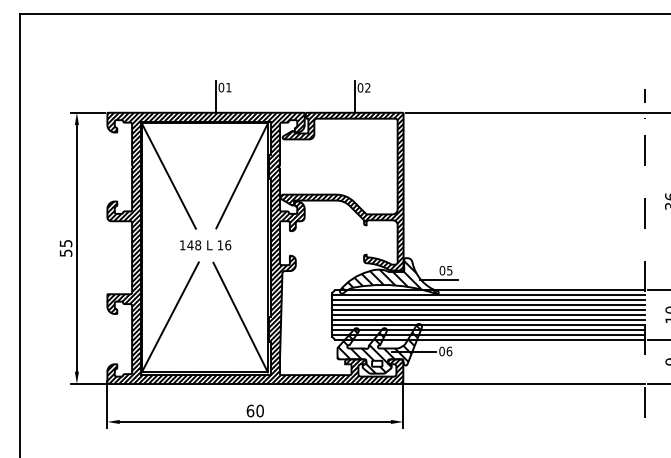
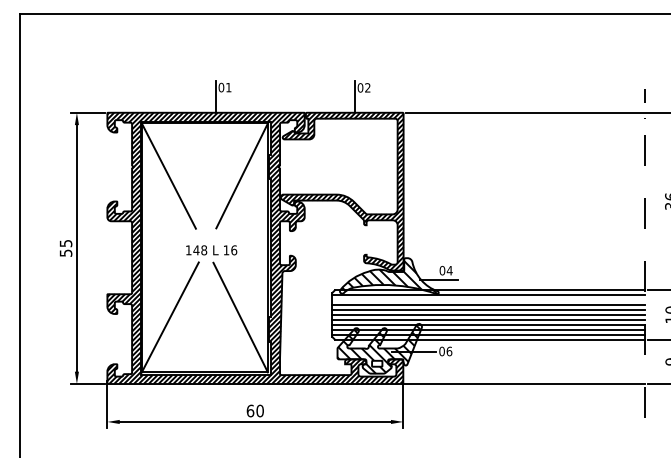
text at (205, 245) position: (205, 245) -> (211, 250)
text at (449, 270): 05 -> 04
line at (488, 300): present -> none
